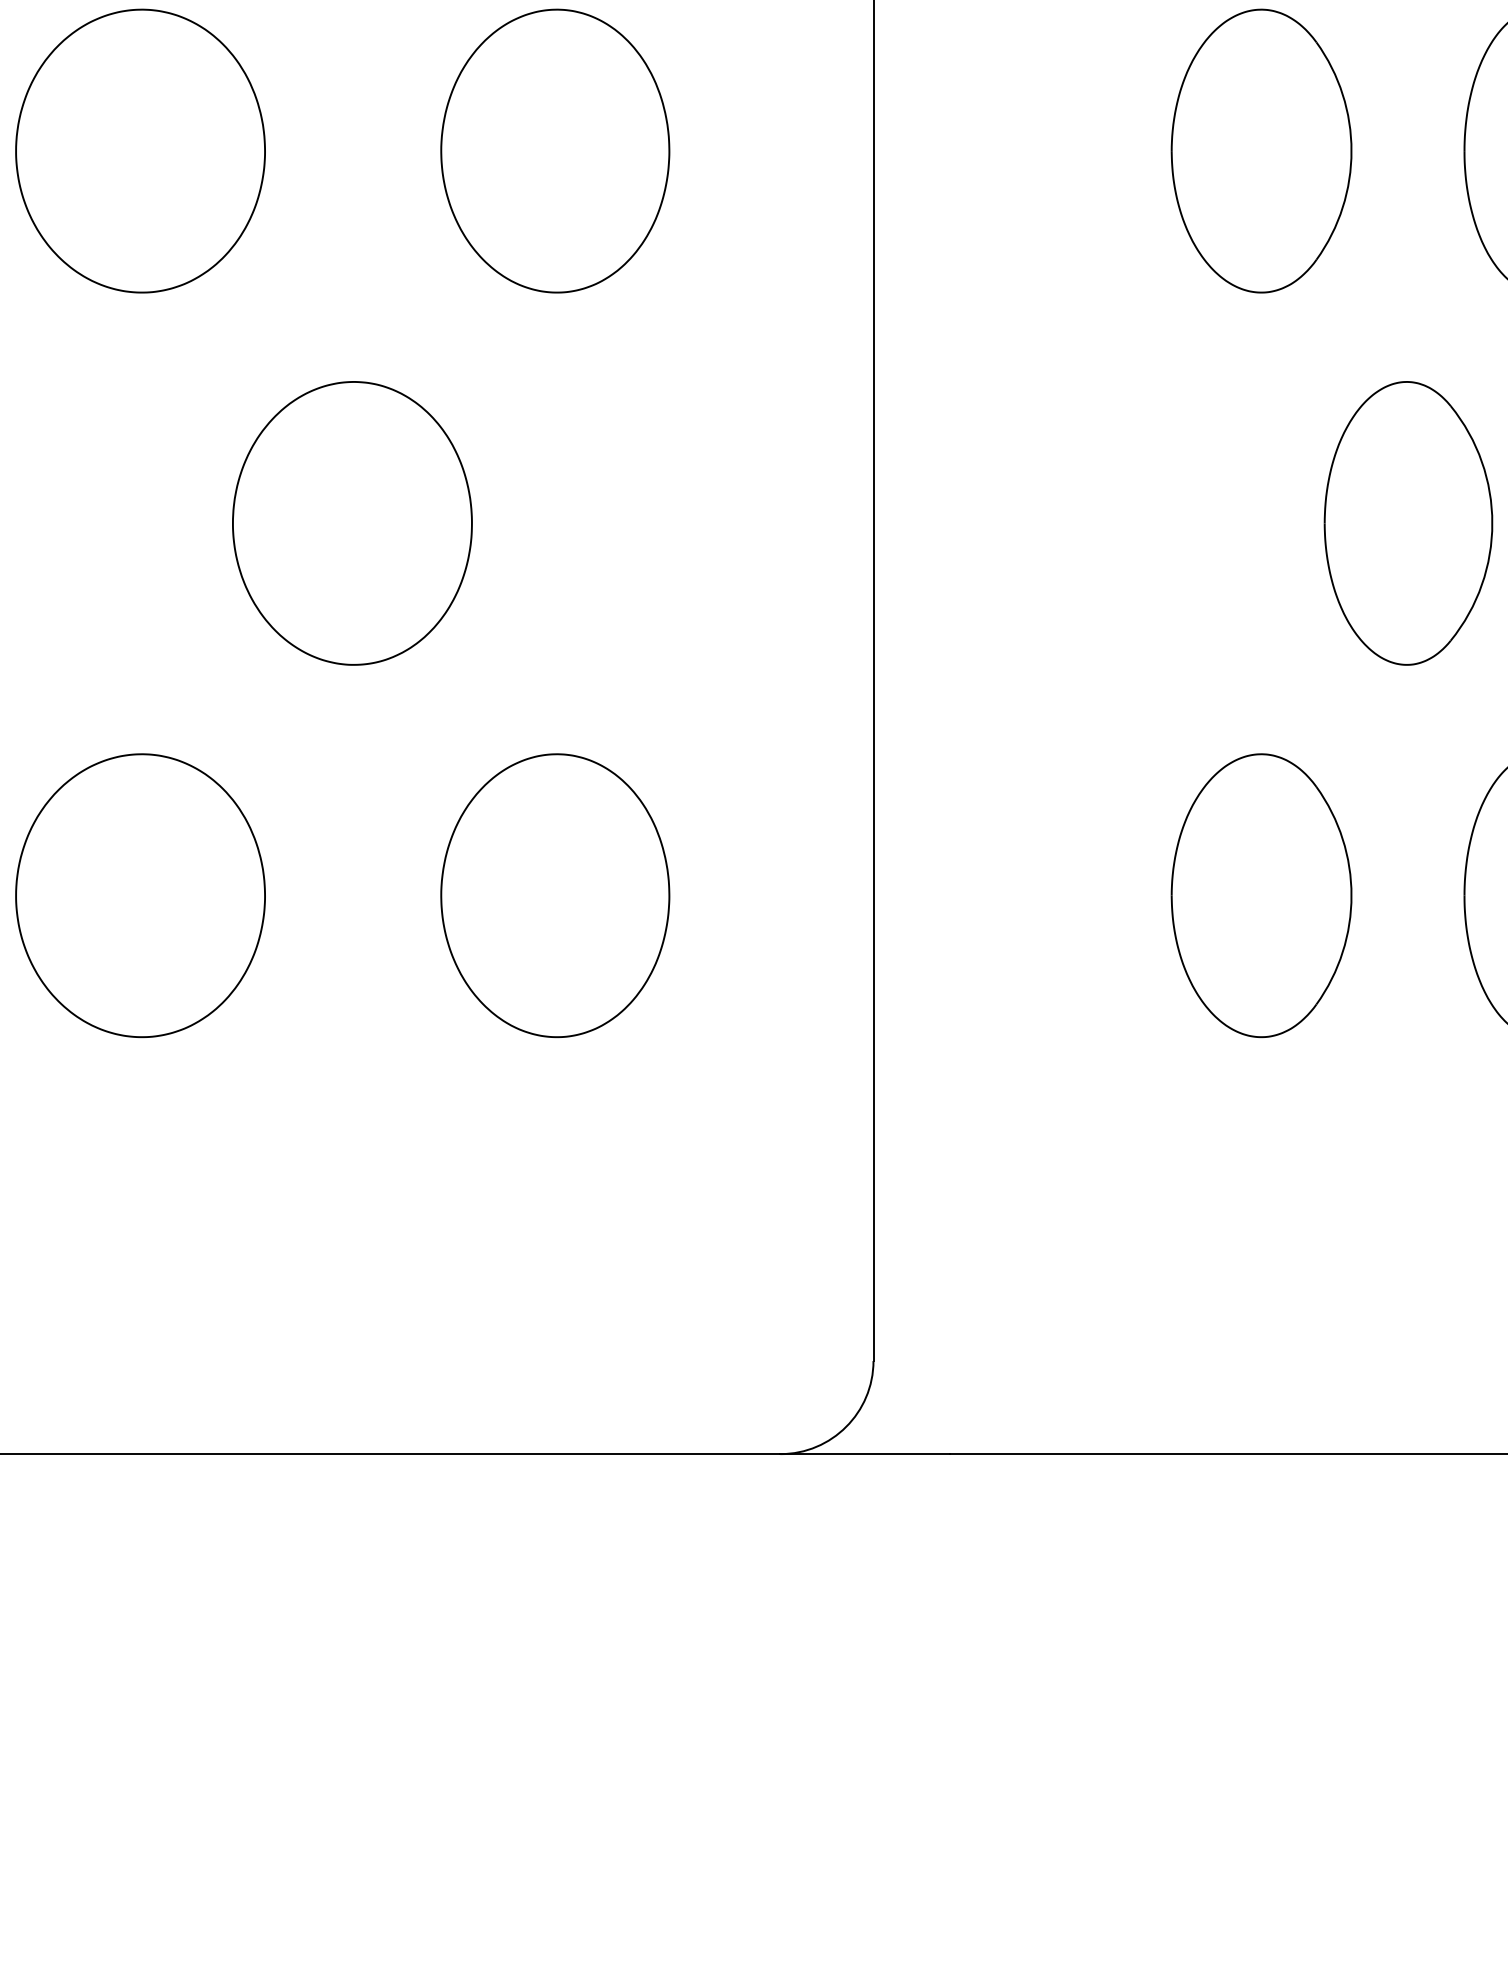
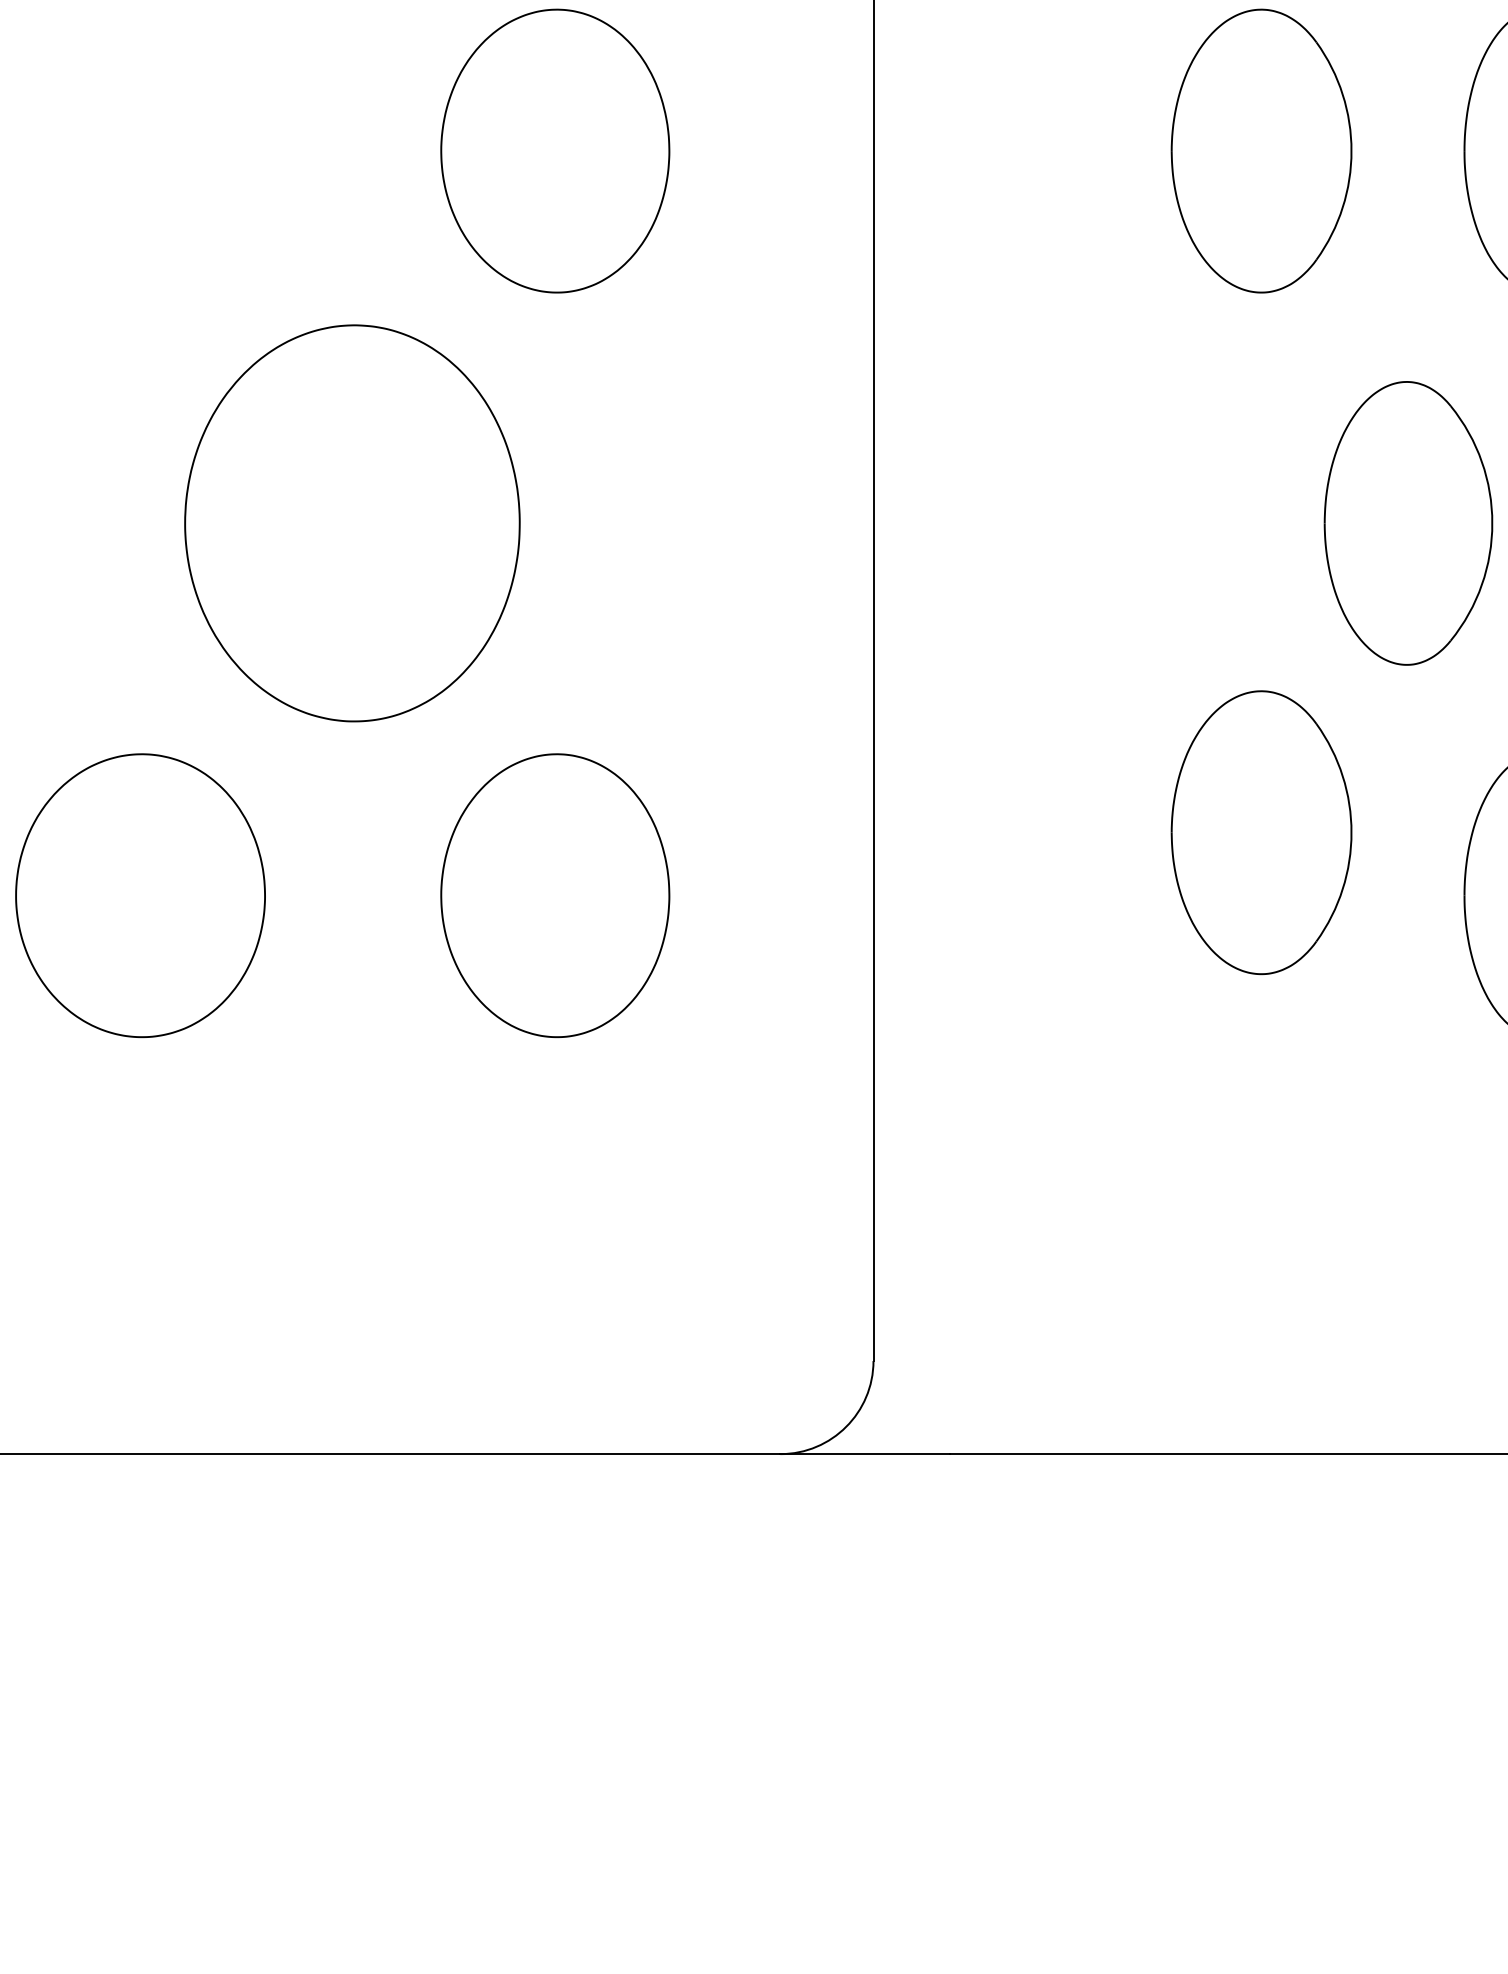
part at (140, 150): present -> none
part at (352, 523) size: 241x285 px -> 337x399 px
part at (1261, 895) position: (1261, 895) -> (1261, 832)
